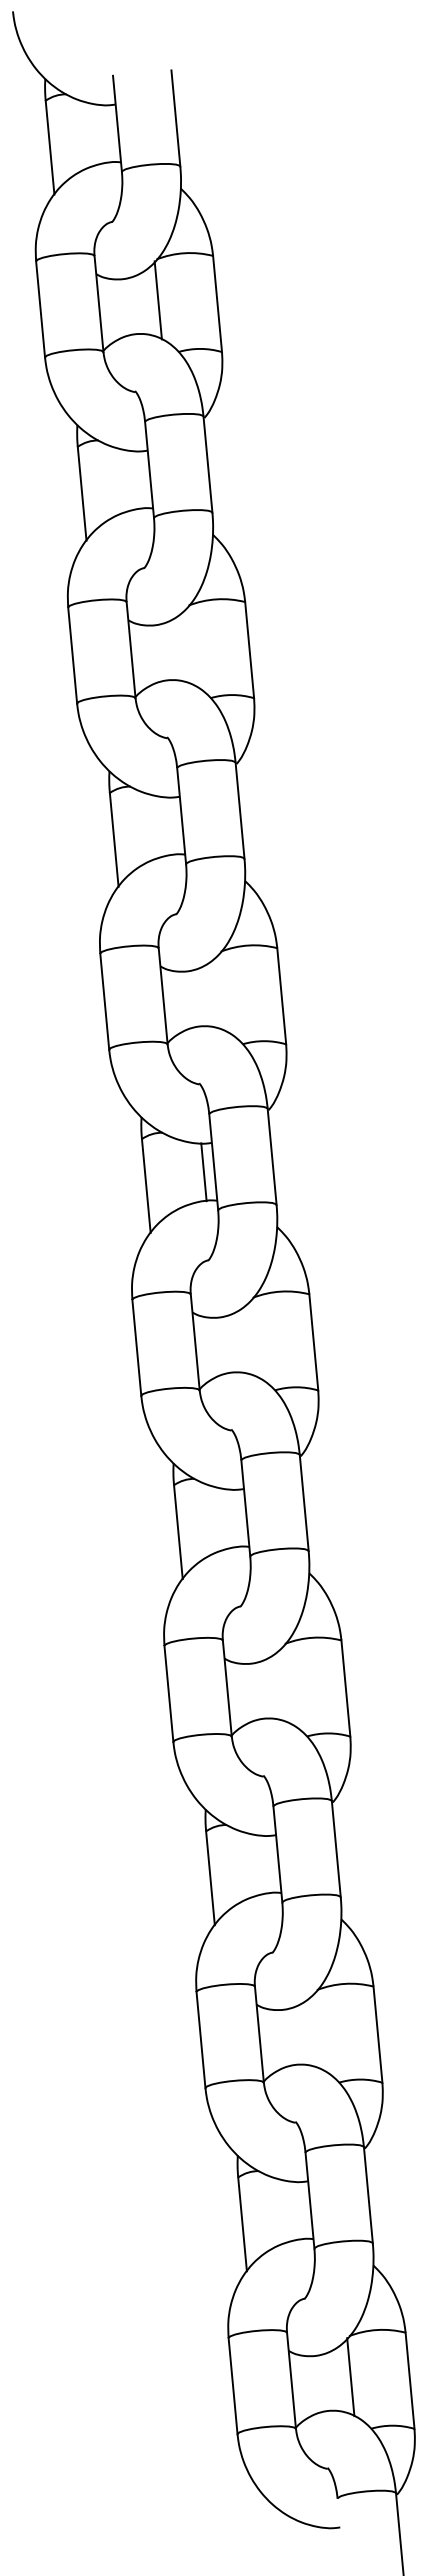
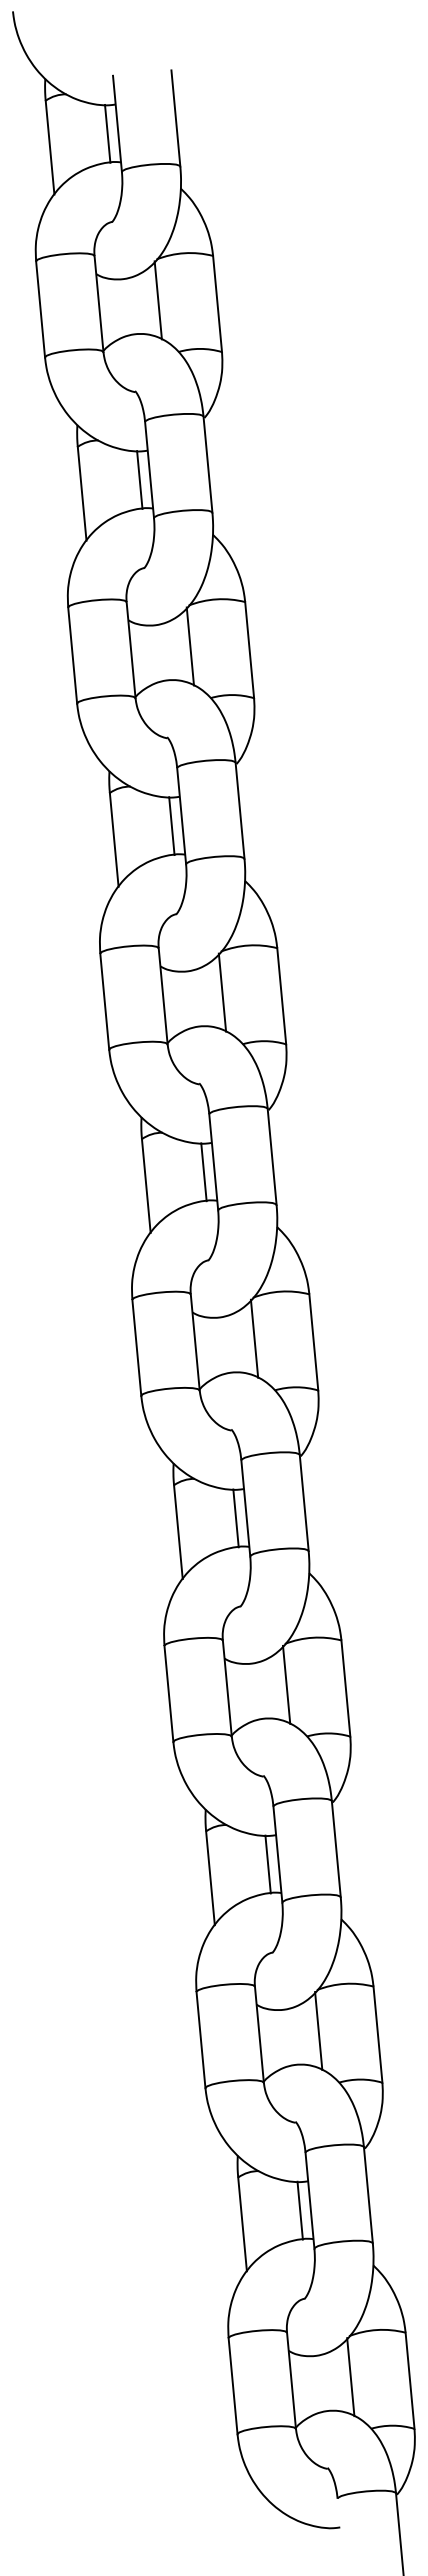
line at (107, 133): none -> present
line at (139, 479): none -> present
line at (190, 646): none -> present
line at (171, 826): none -> present
line at (222, 992): none -> present
line at (254, 1338): none -> present
line at (235, 1518): none -> present
line at (286, 1684): none -> present
line at (267, 1864): none -> present
line at (318, 2030): none -> present
line at (299, 2210): none -> present
